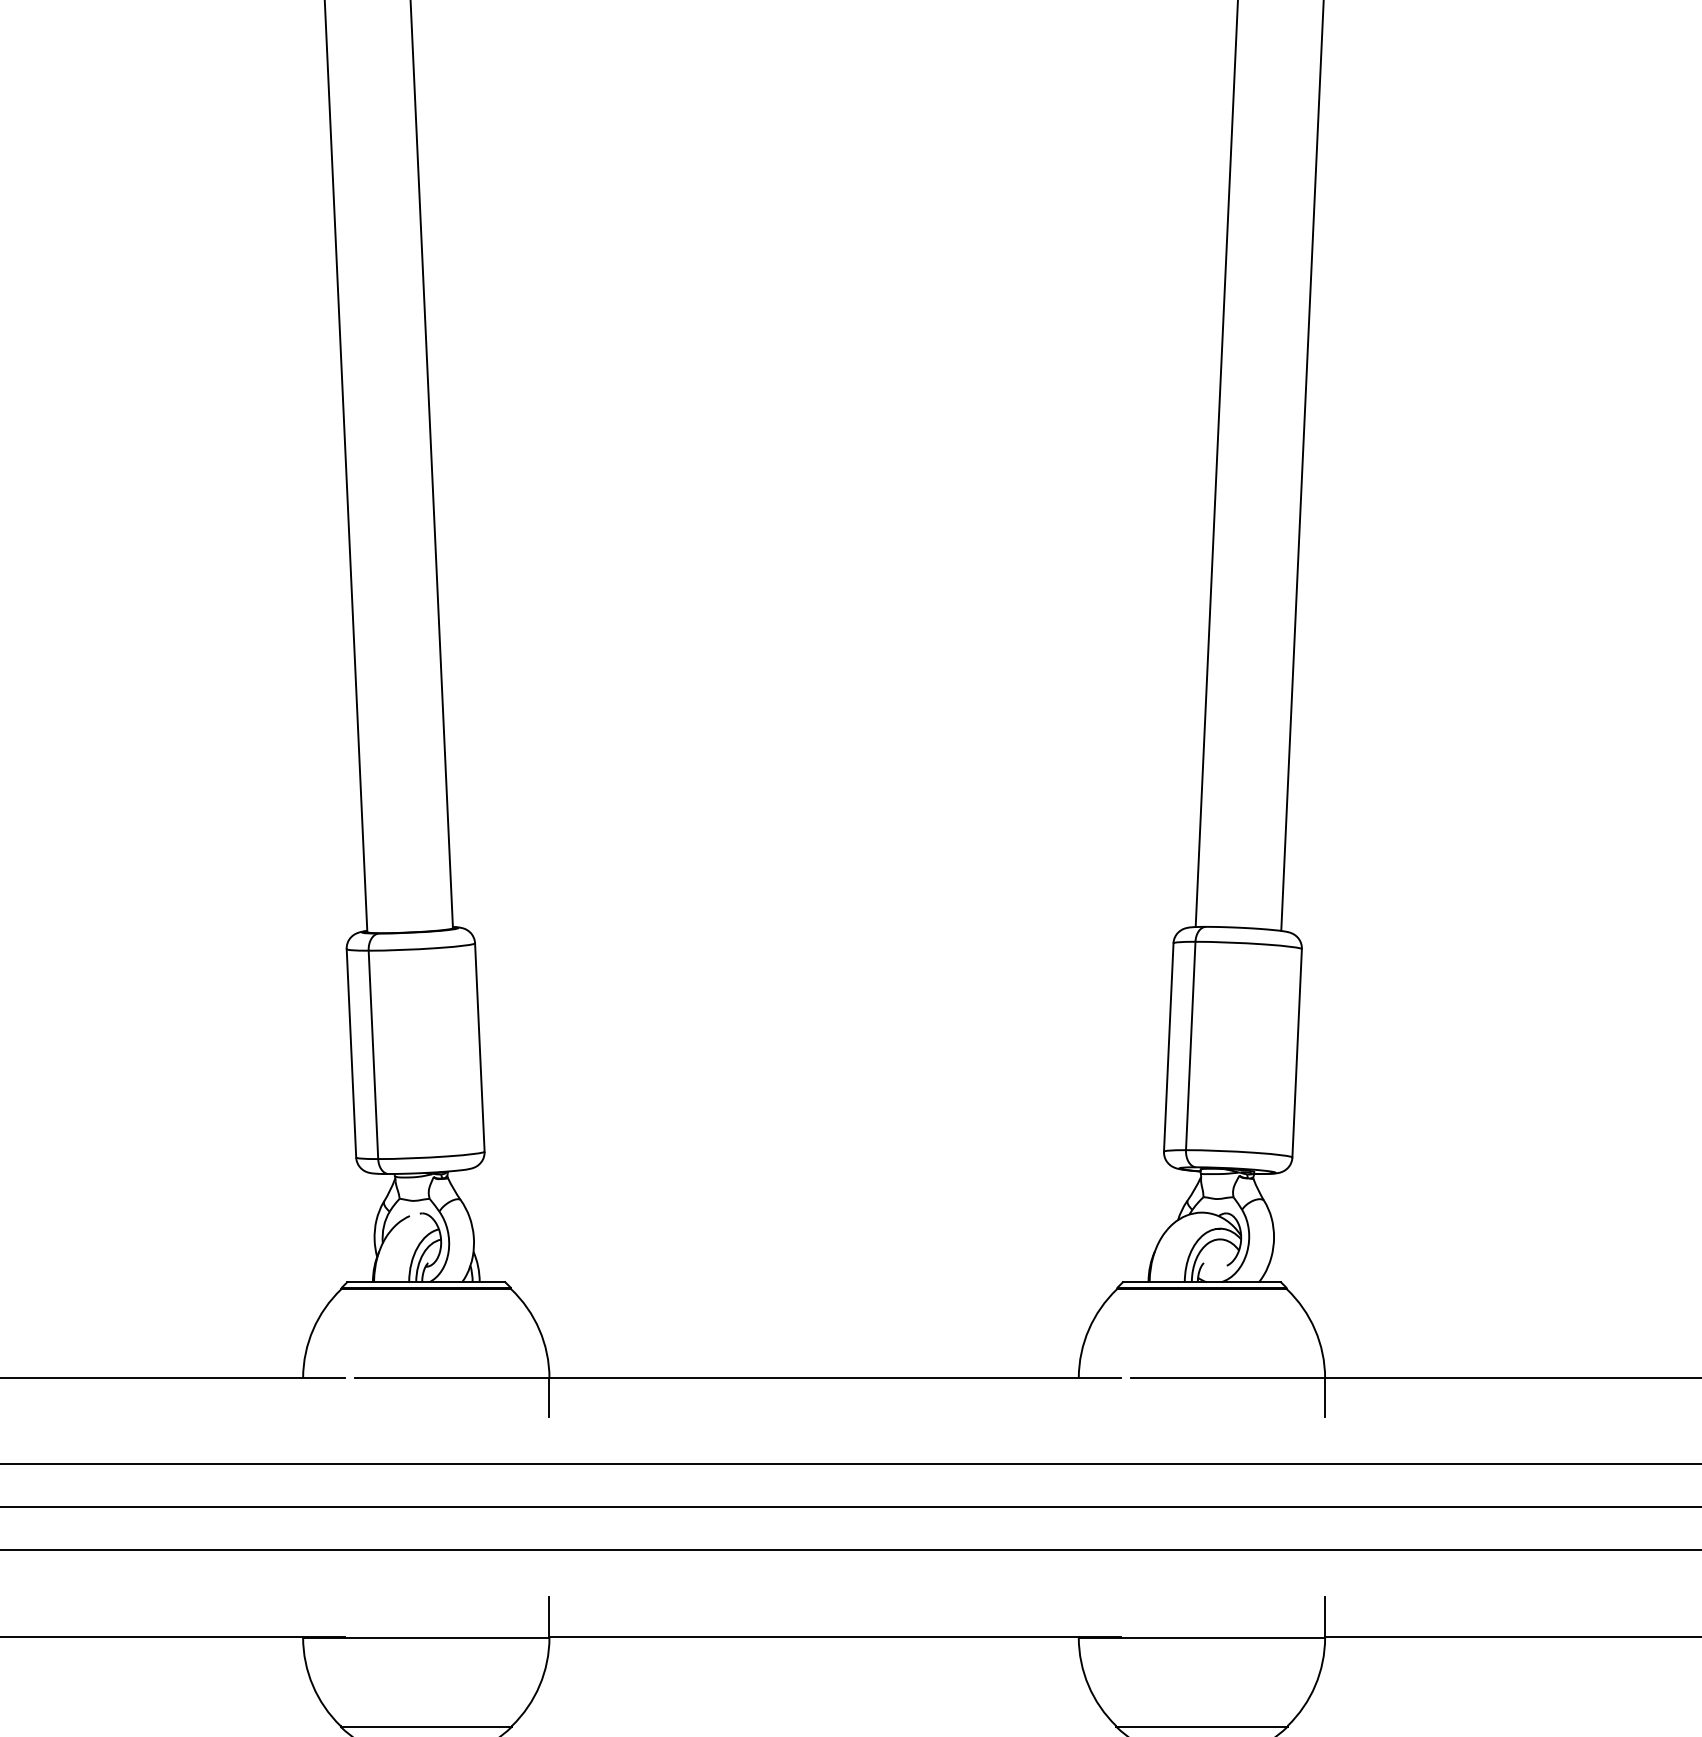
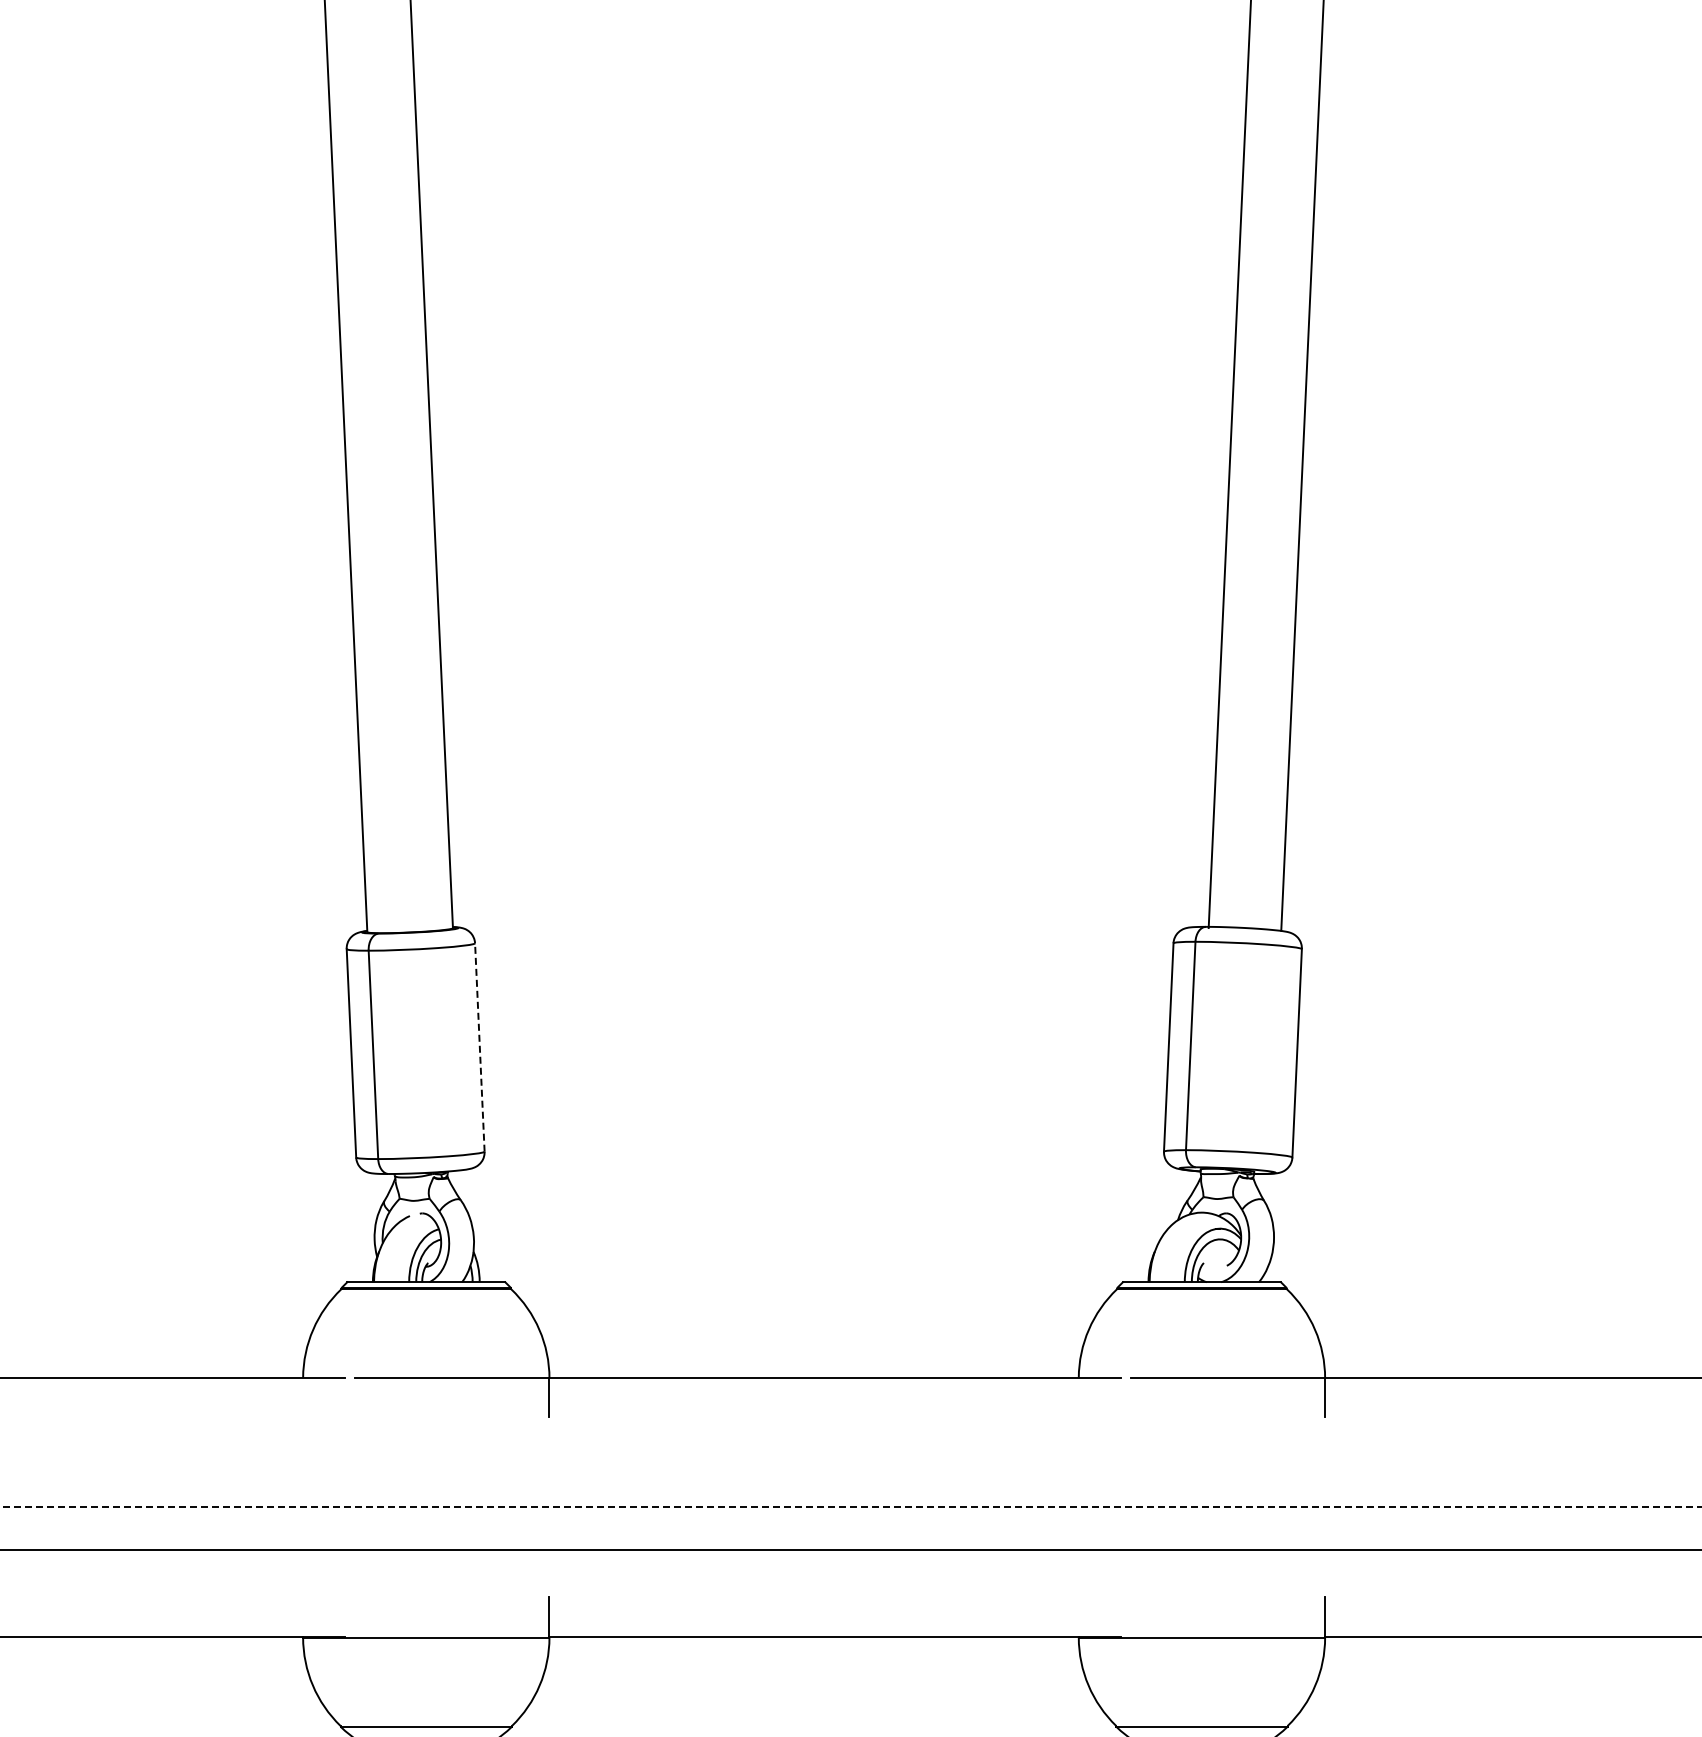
line at (1216, 464) position: (1216, 464) -> (1229, 465)
line at (479, 1046): solid -> dashed
line at (850, 1464): present -> none
line at (850, 1507): solid -> dashed
